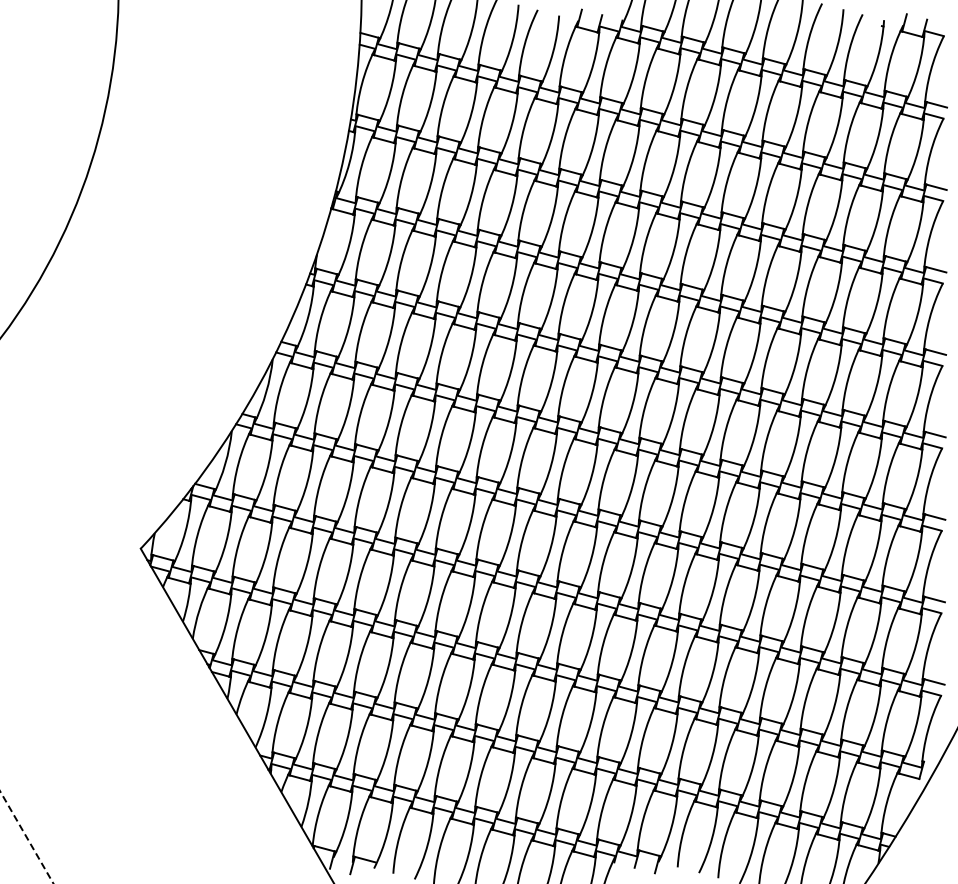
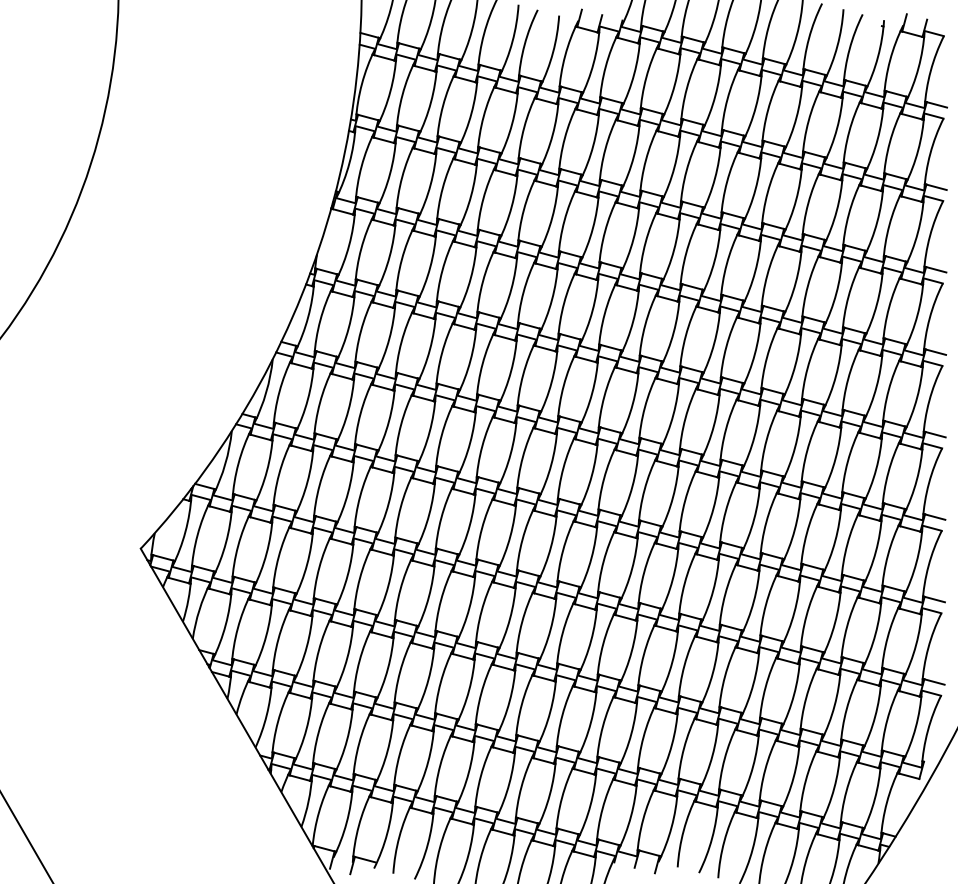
line at (27, 837): dashed -> solid
